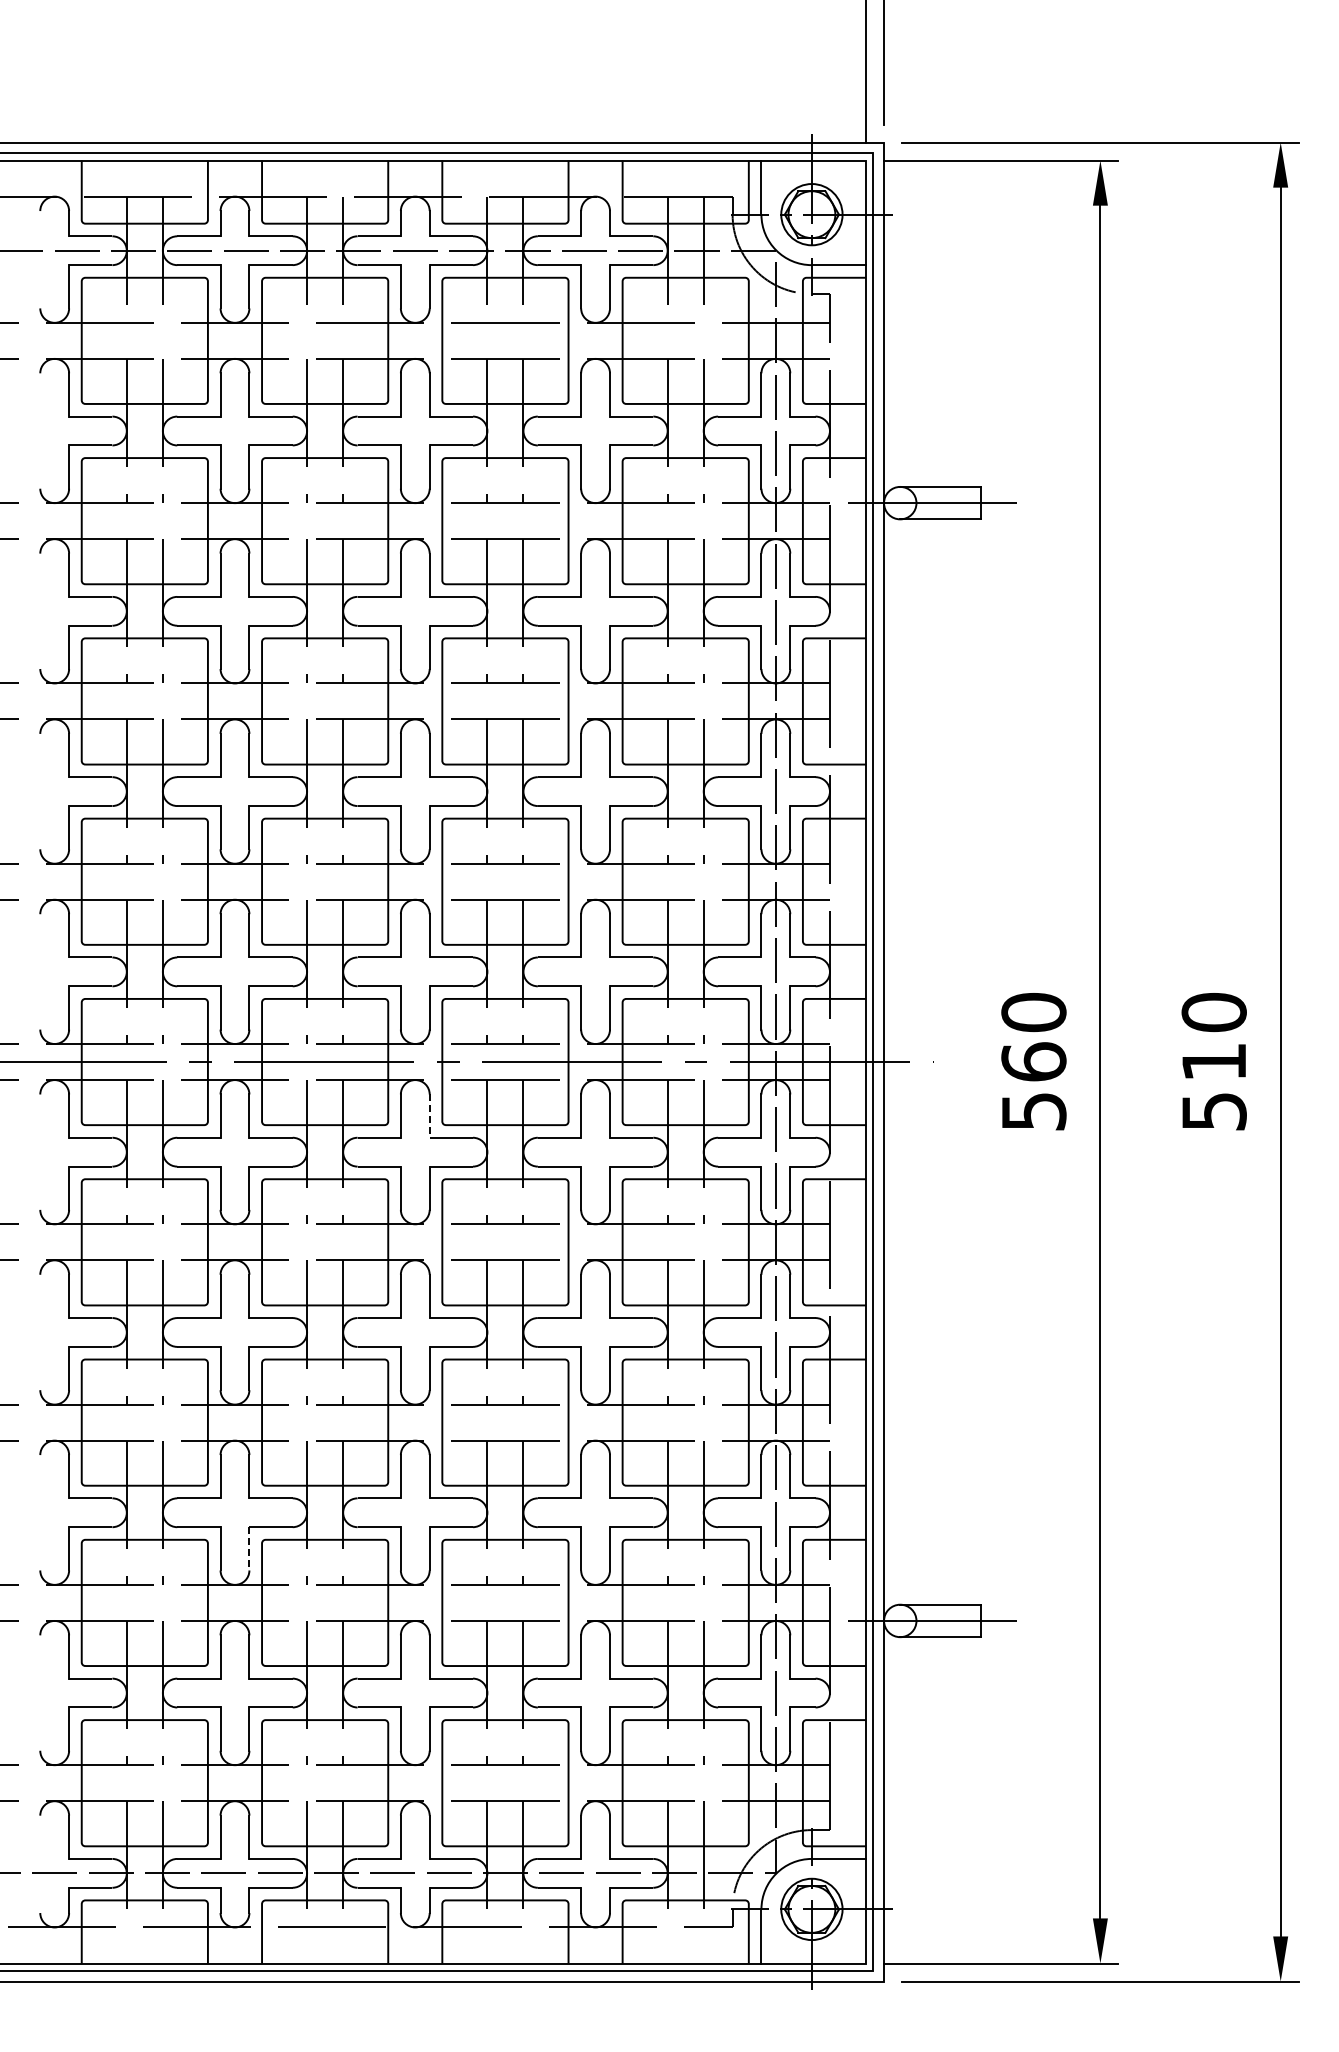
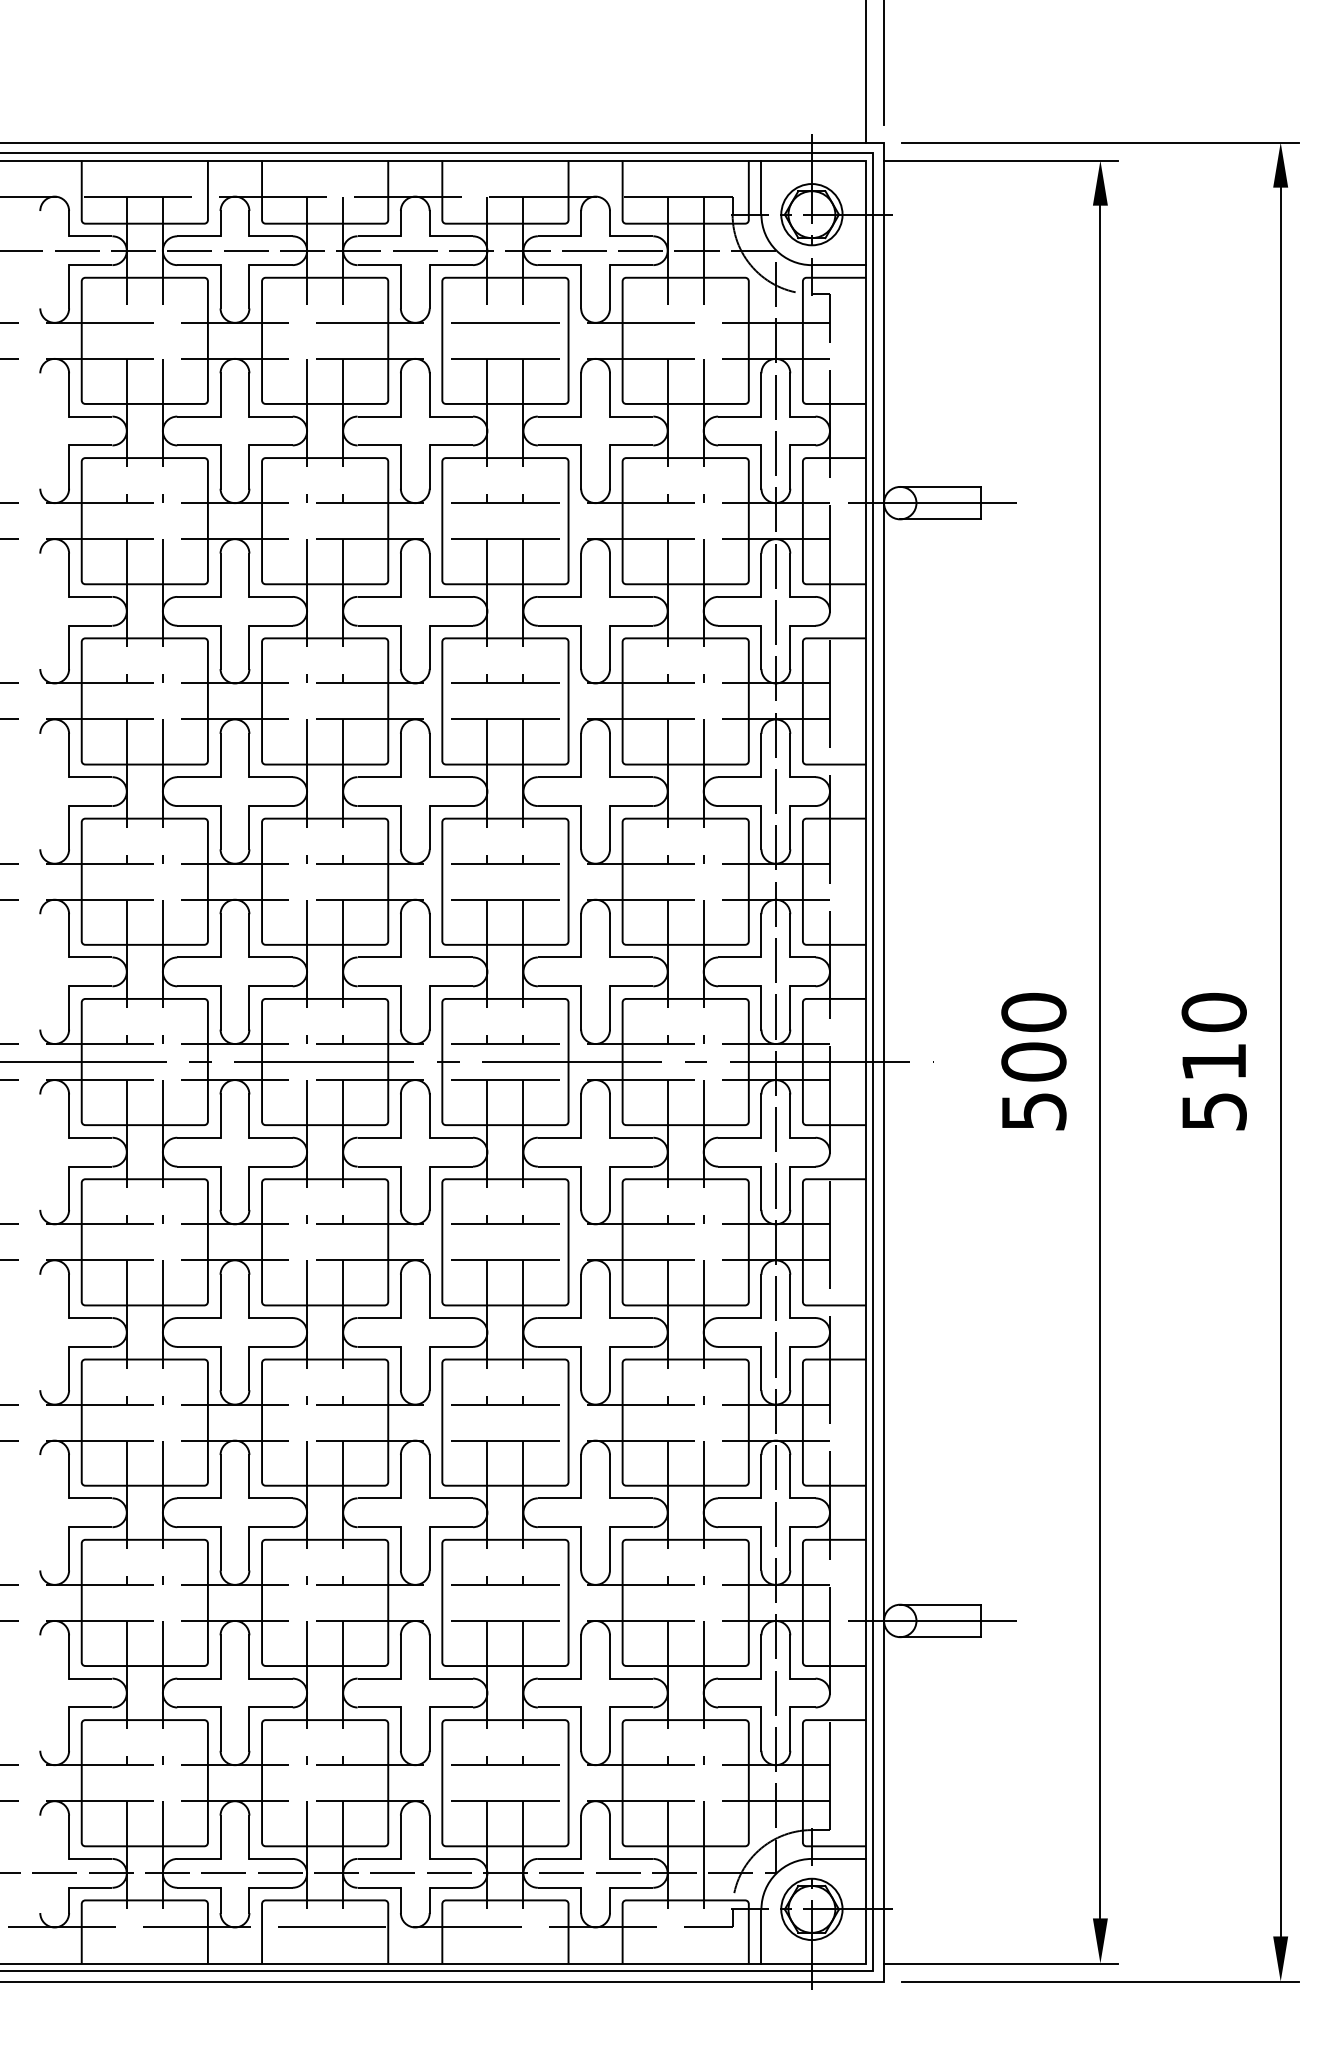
text at (1033, 1061): 560 -> 500
line at (429, 1116): dashed -> solid
line at (249, 1548): dashed -> solid
